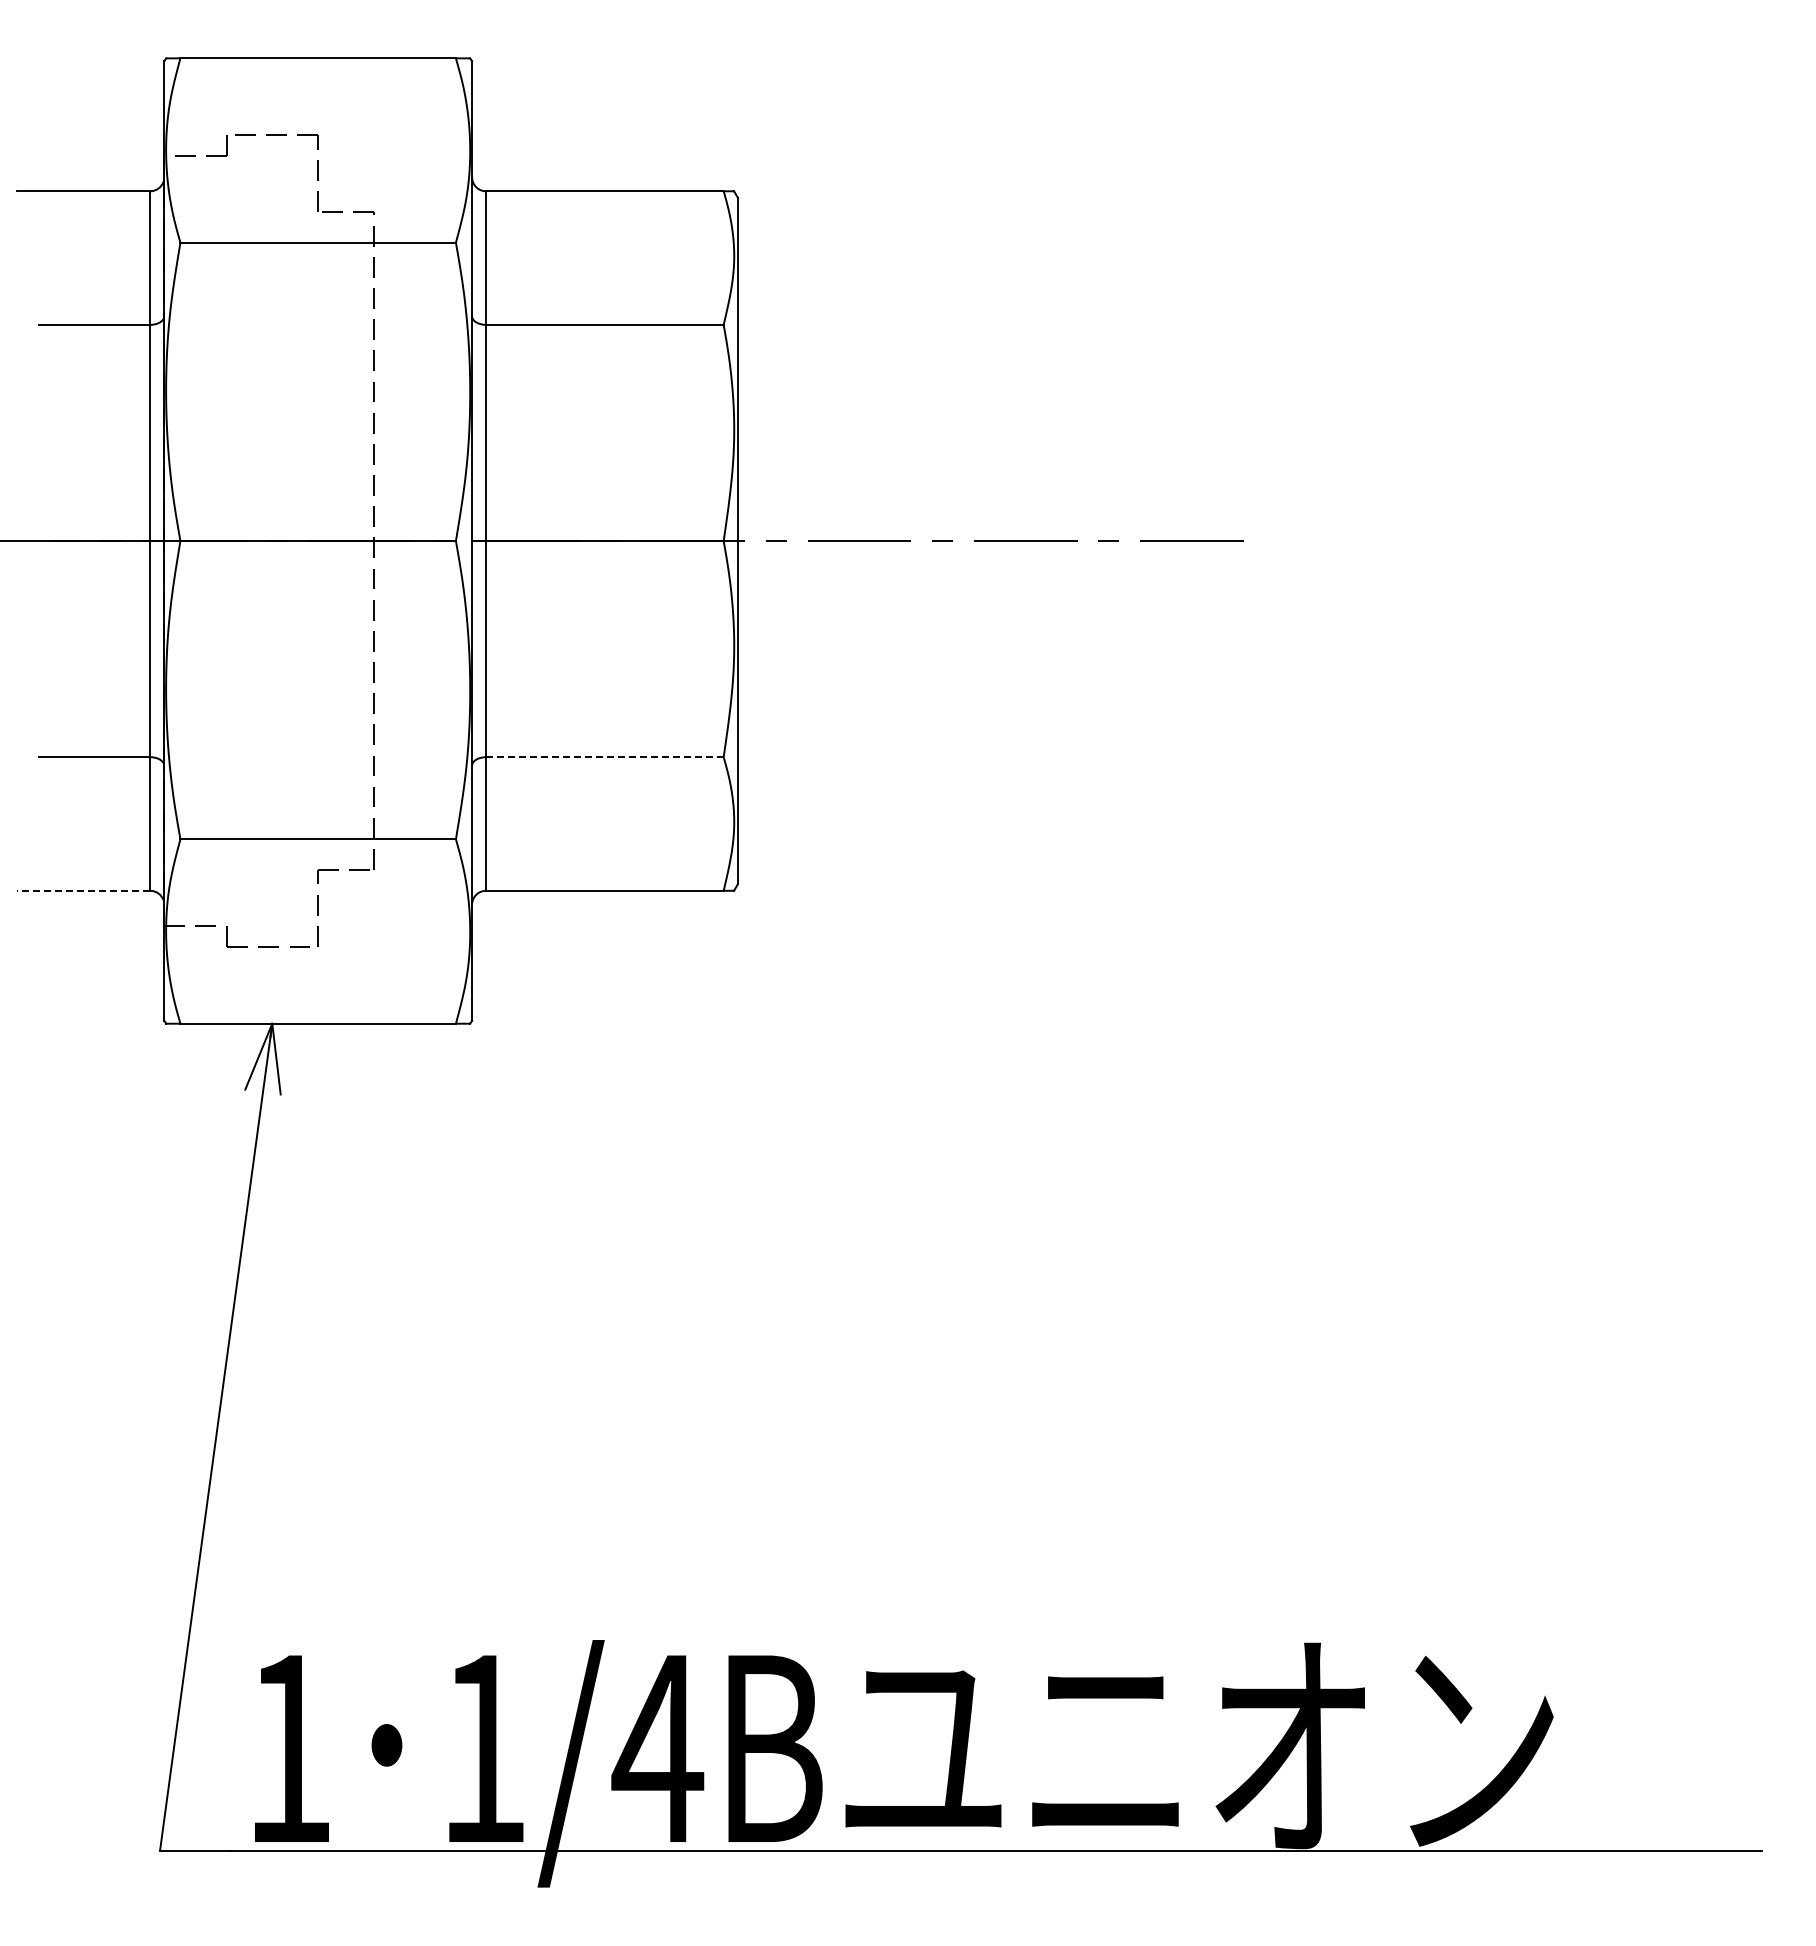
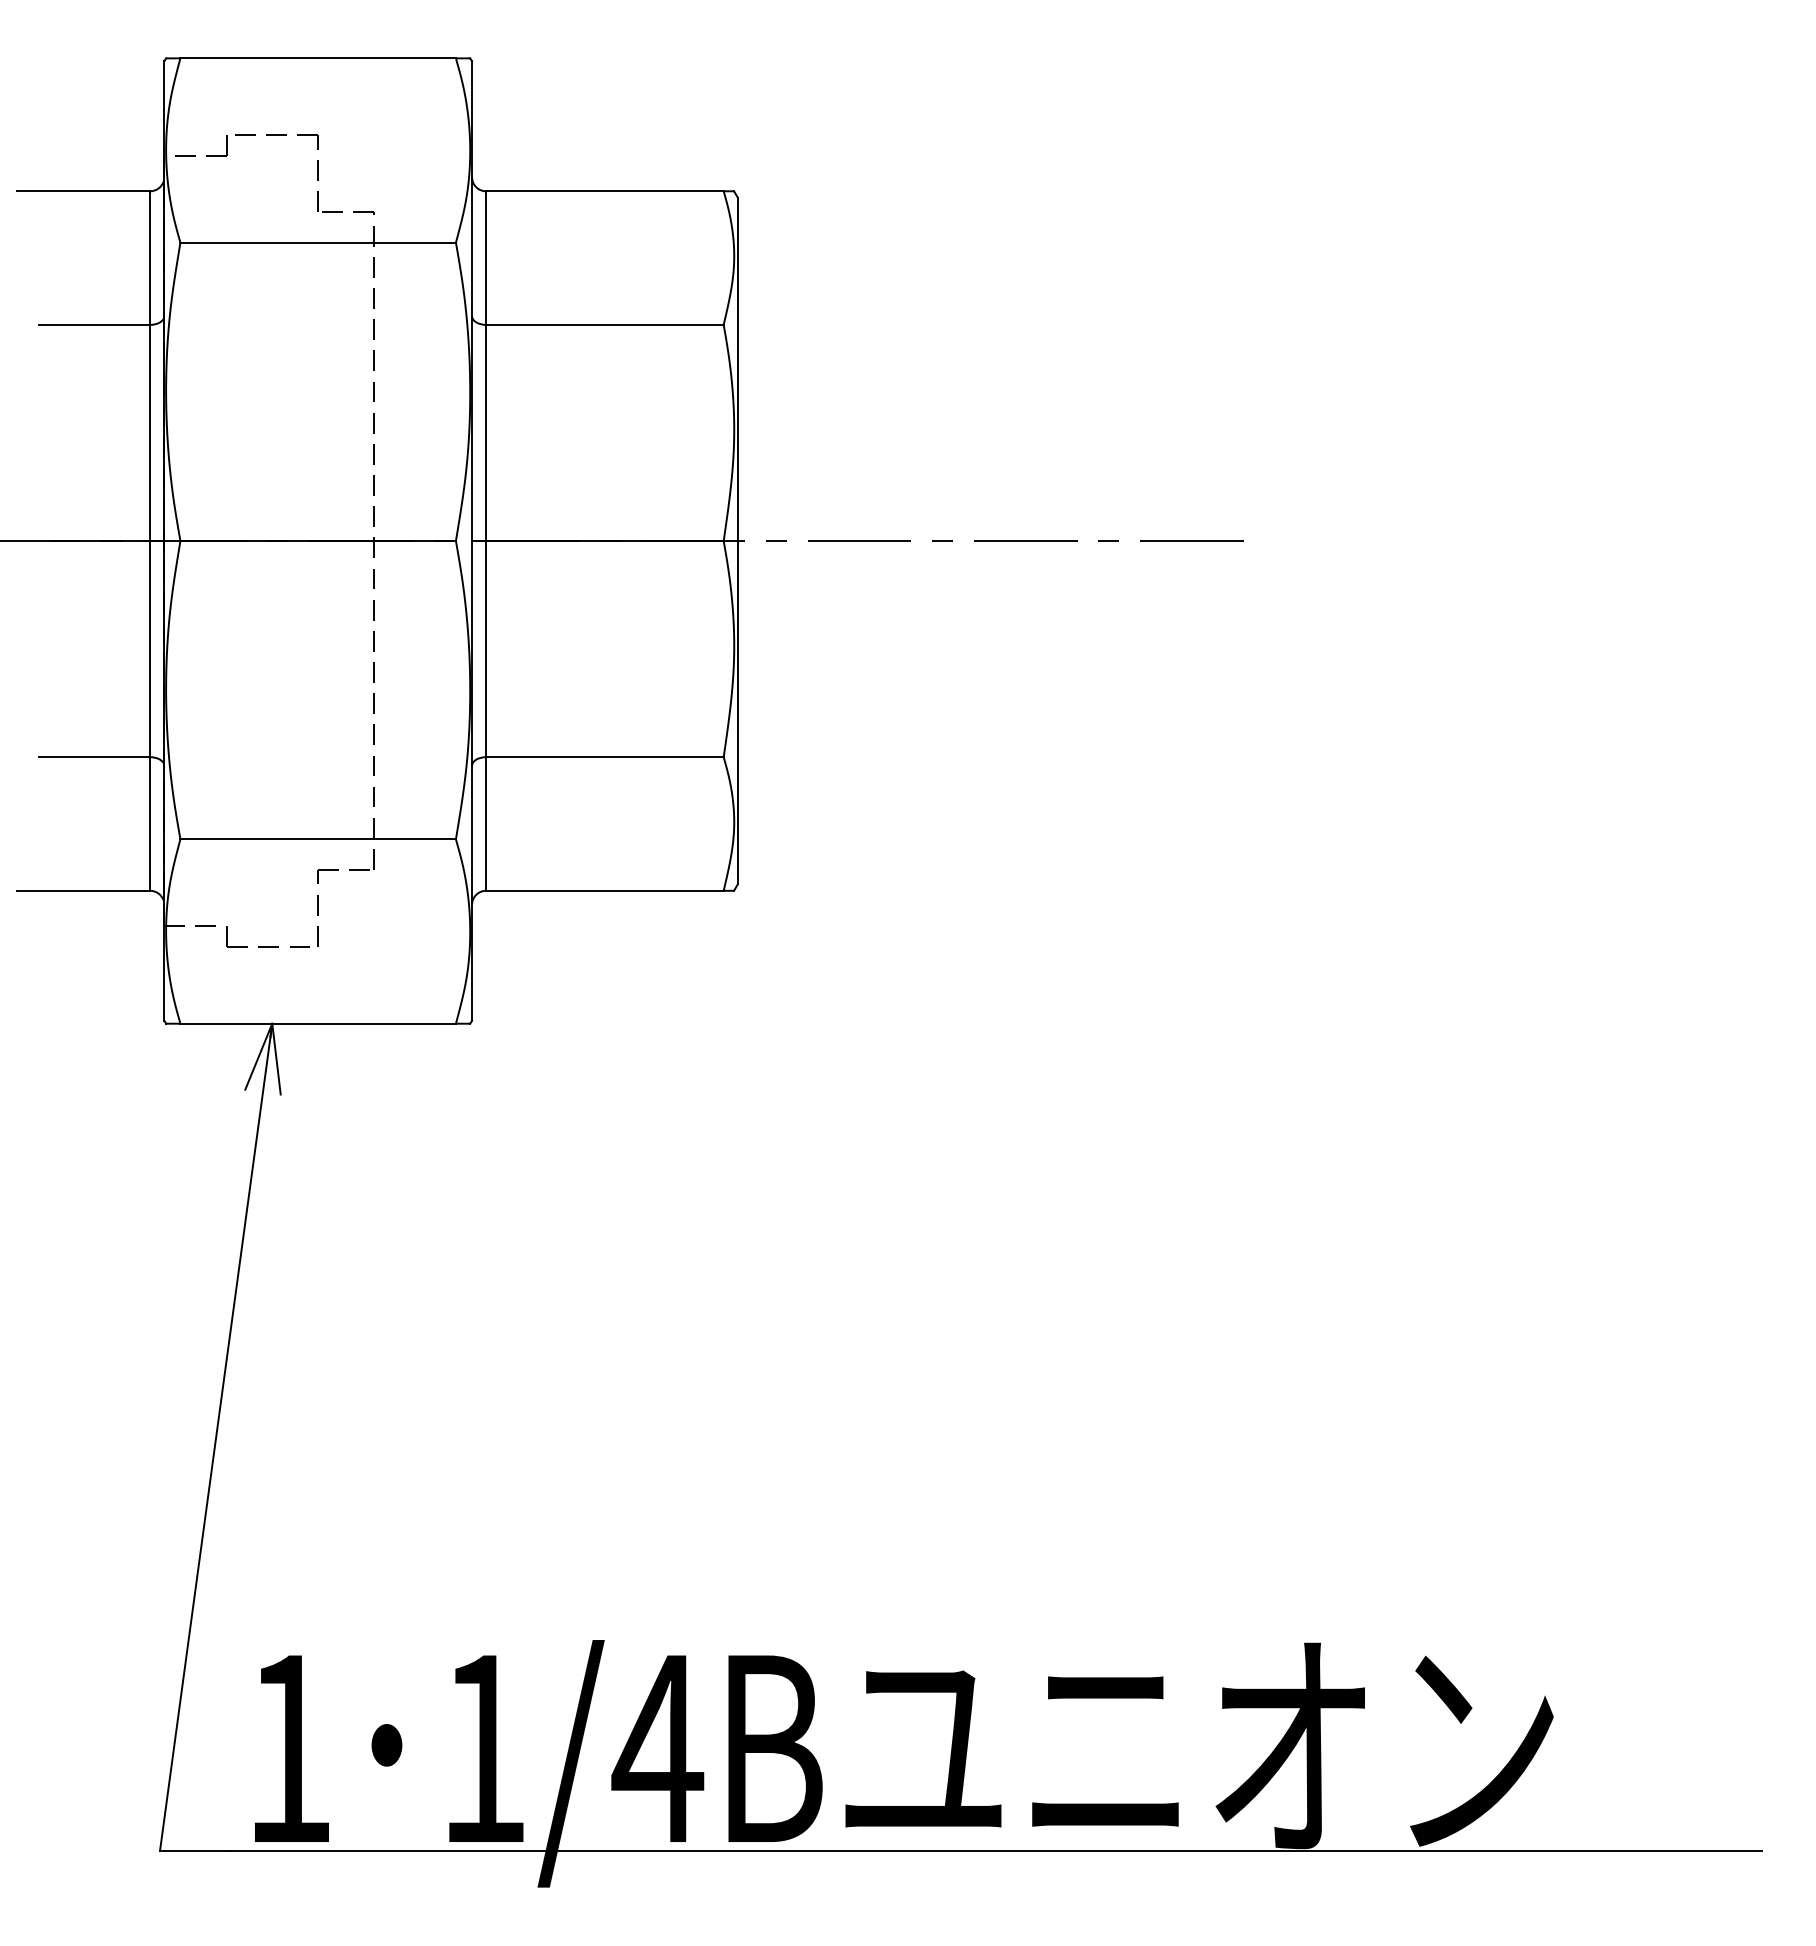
line at (604, 757): dashed -> solid
line at (83, 890): dashed -> solid
